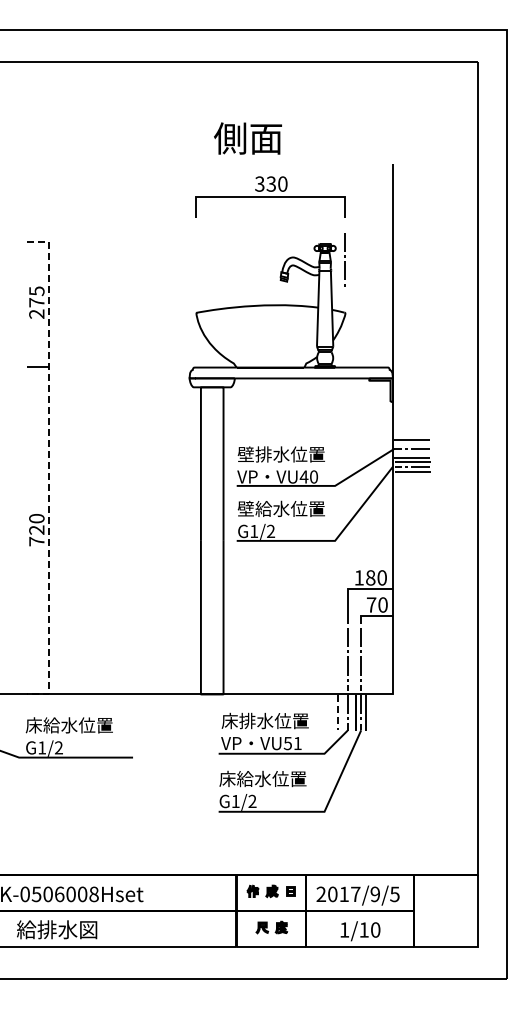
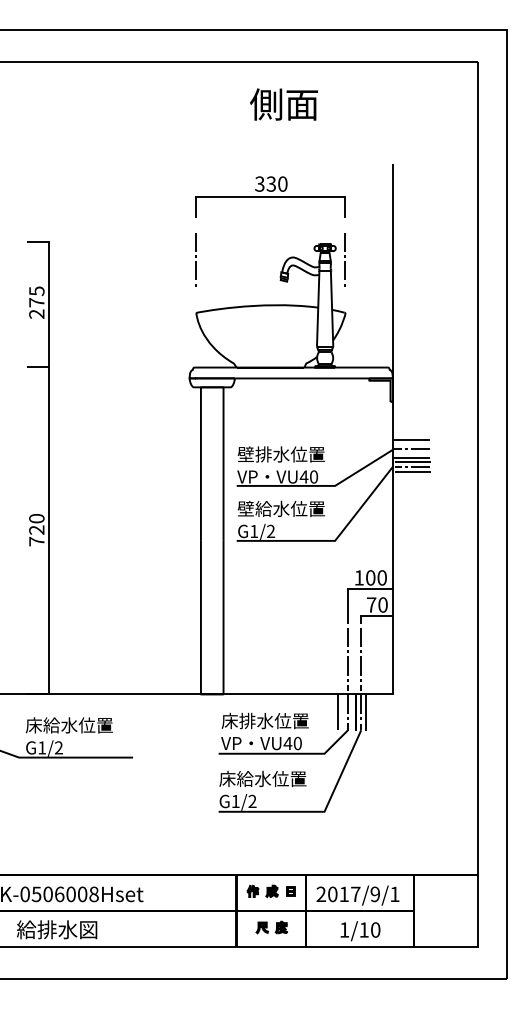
text at (247, 138) position: (247, 138) -> (283, 104)
line at (195, 257): none -> present
line at (48, 468): dashed -> solid
text at (370, 577): 180 -> 100
line at (338, 712): dashed -> solid
text at (292, 743): VU51 -> VU40
text at (394, 894): 2017/9/5 -> 2017/9/1
